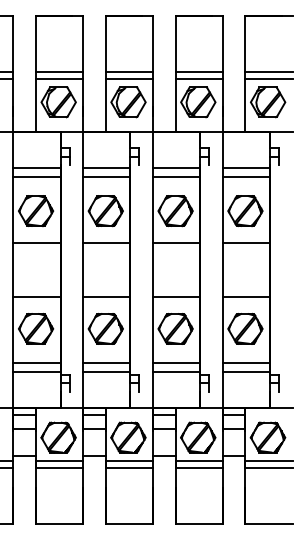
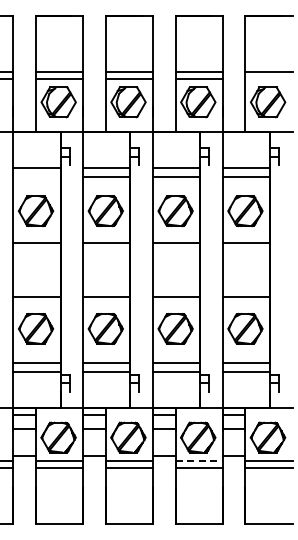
line at (268, 78): present -> none
line at (36, 176): present -> none
line at (199, 461): solid -> dashed
